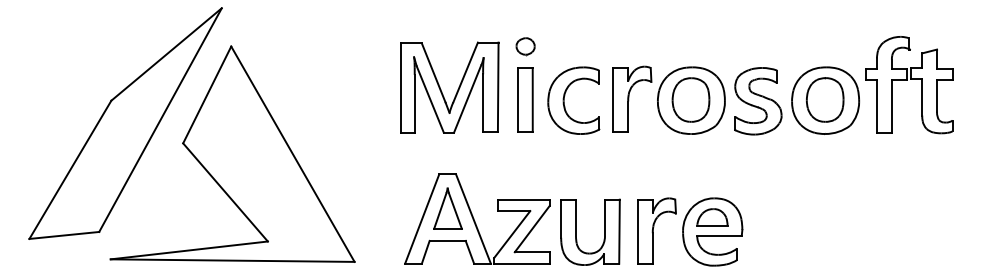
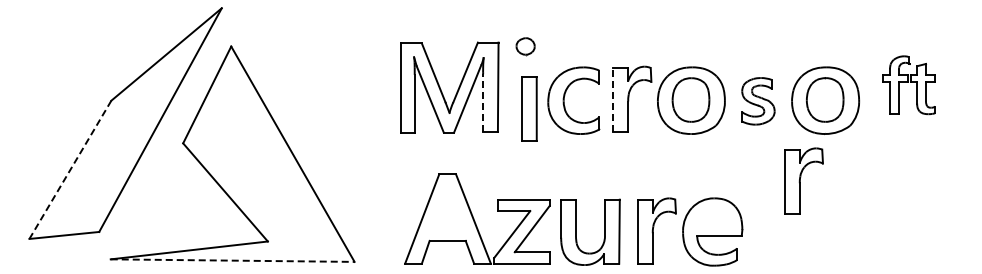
part at (909, 85) size: 89x99 px -> 54x61 px
part at (525, 99) position: (525, 99) -> (529, 108)
line at (613, 99): solid -> dashed
part at (758, 101) size: 49x69 px -> 35x49 px
line at (483, 103): solid -> dashed
line at (70, 170): solid -> dashed
part at (803, 180): none -> present
part at (447, 208): present -> none
part at (712, 217): present -> none
line at (232, 260): solid -> dashed
